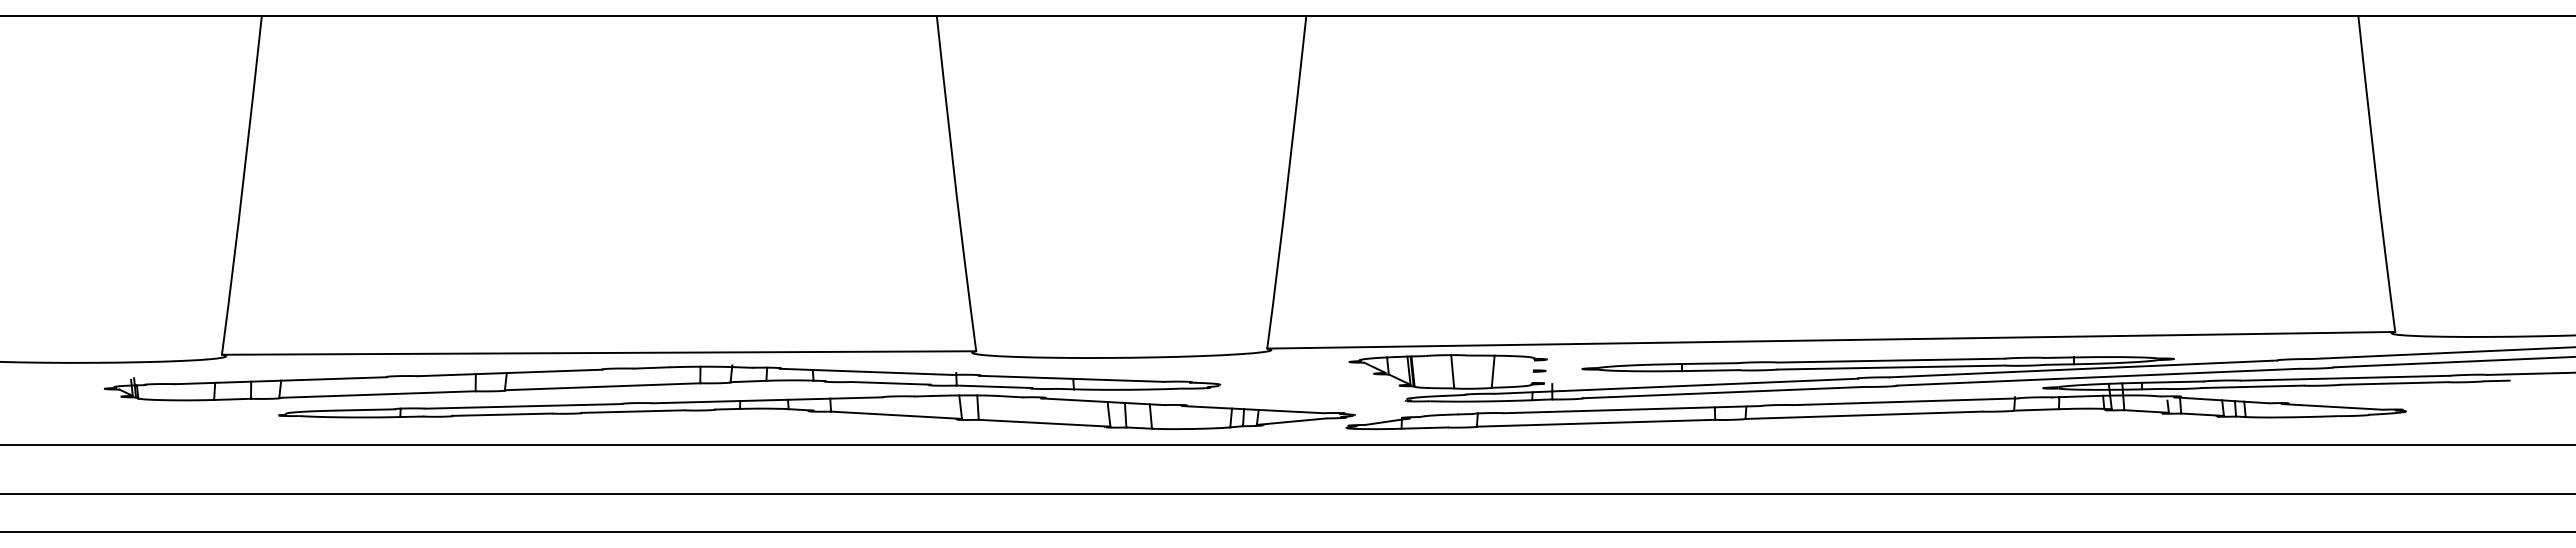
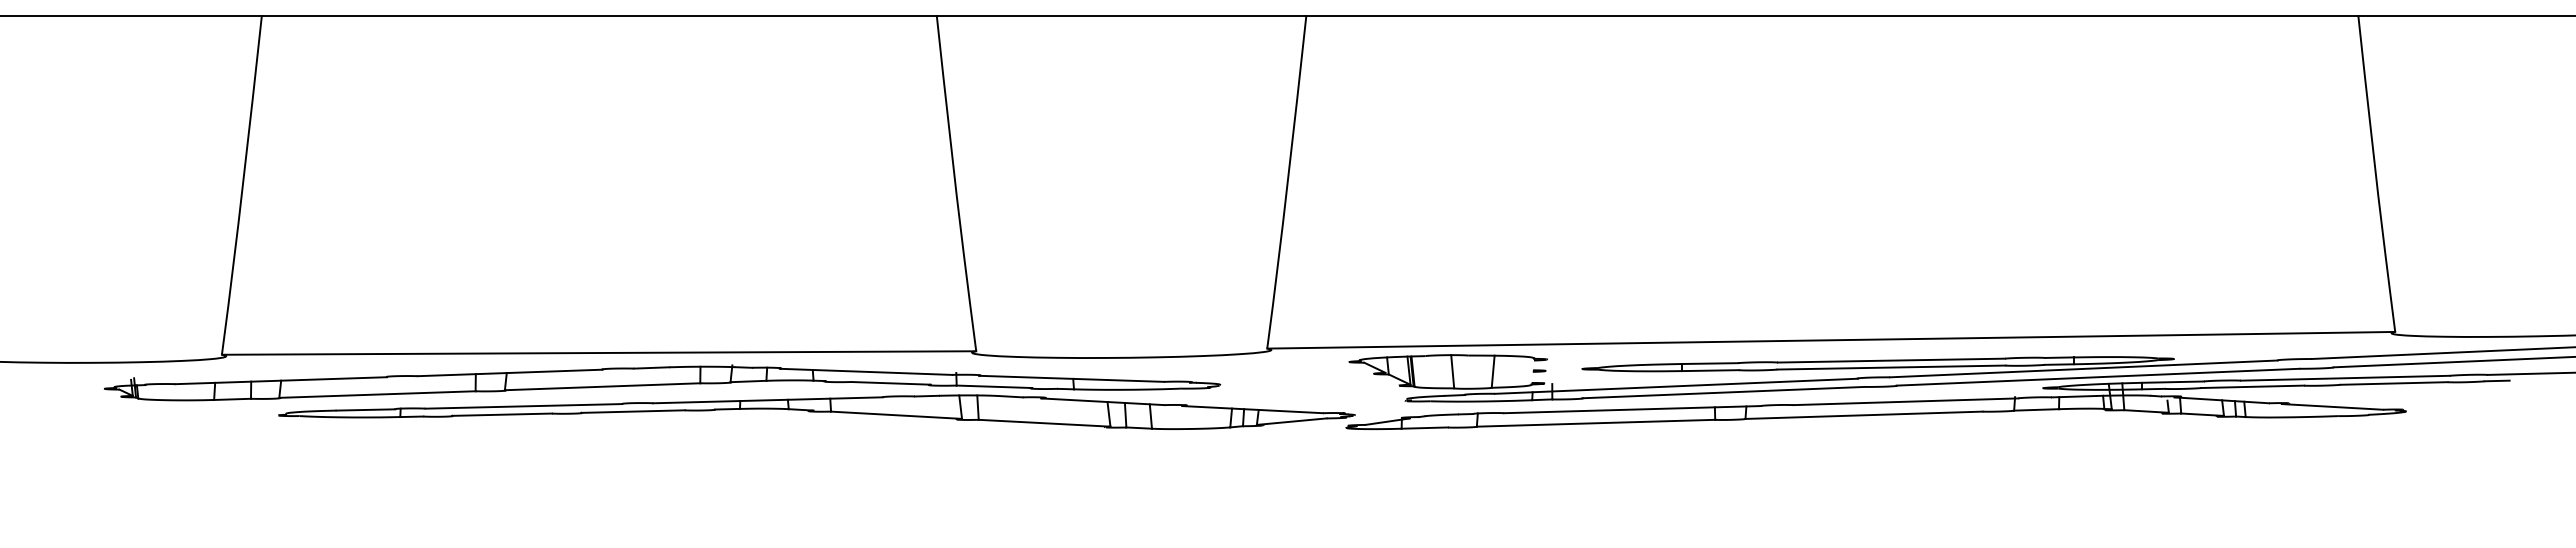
line at (1287, 444): present -> none
line at (1287, 493): present -> none
line at (1287, 531): present -> none
